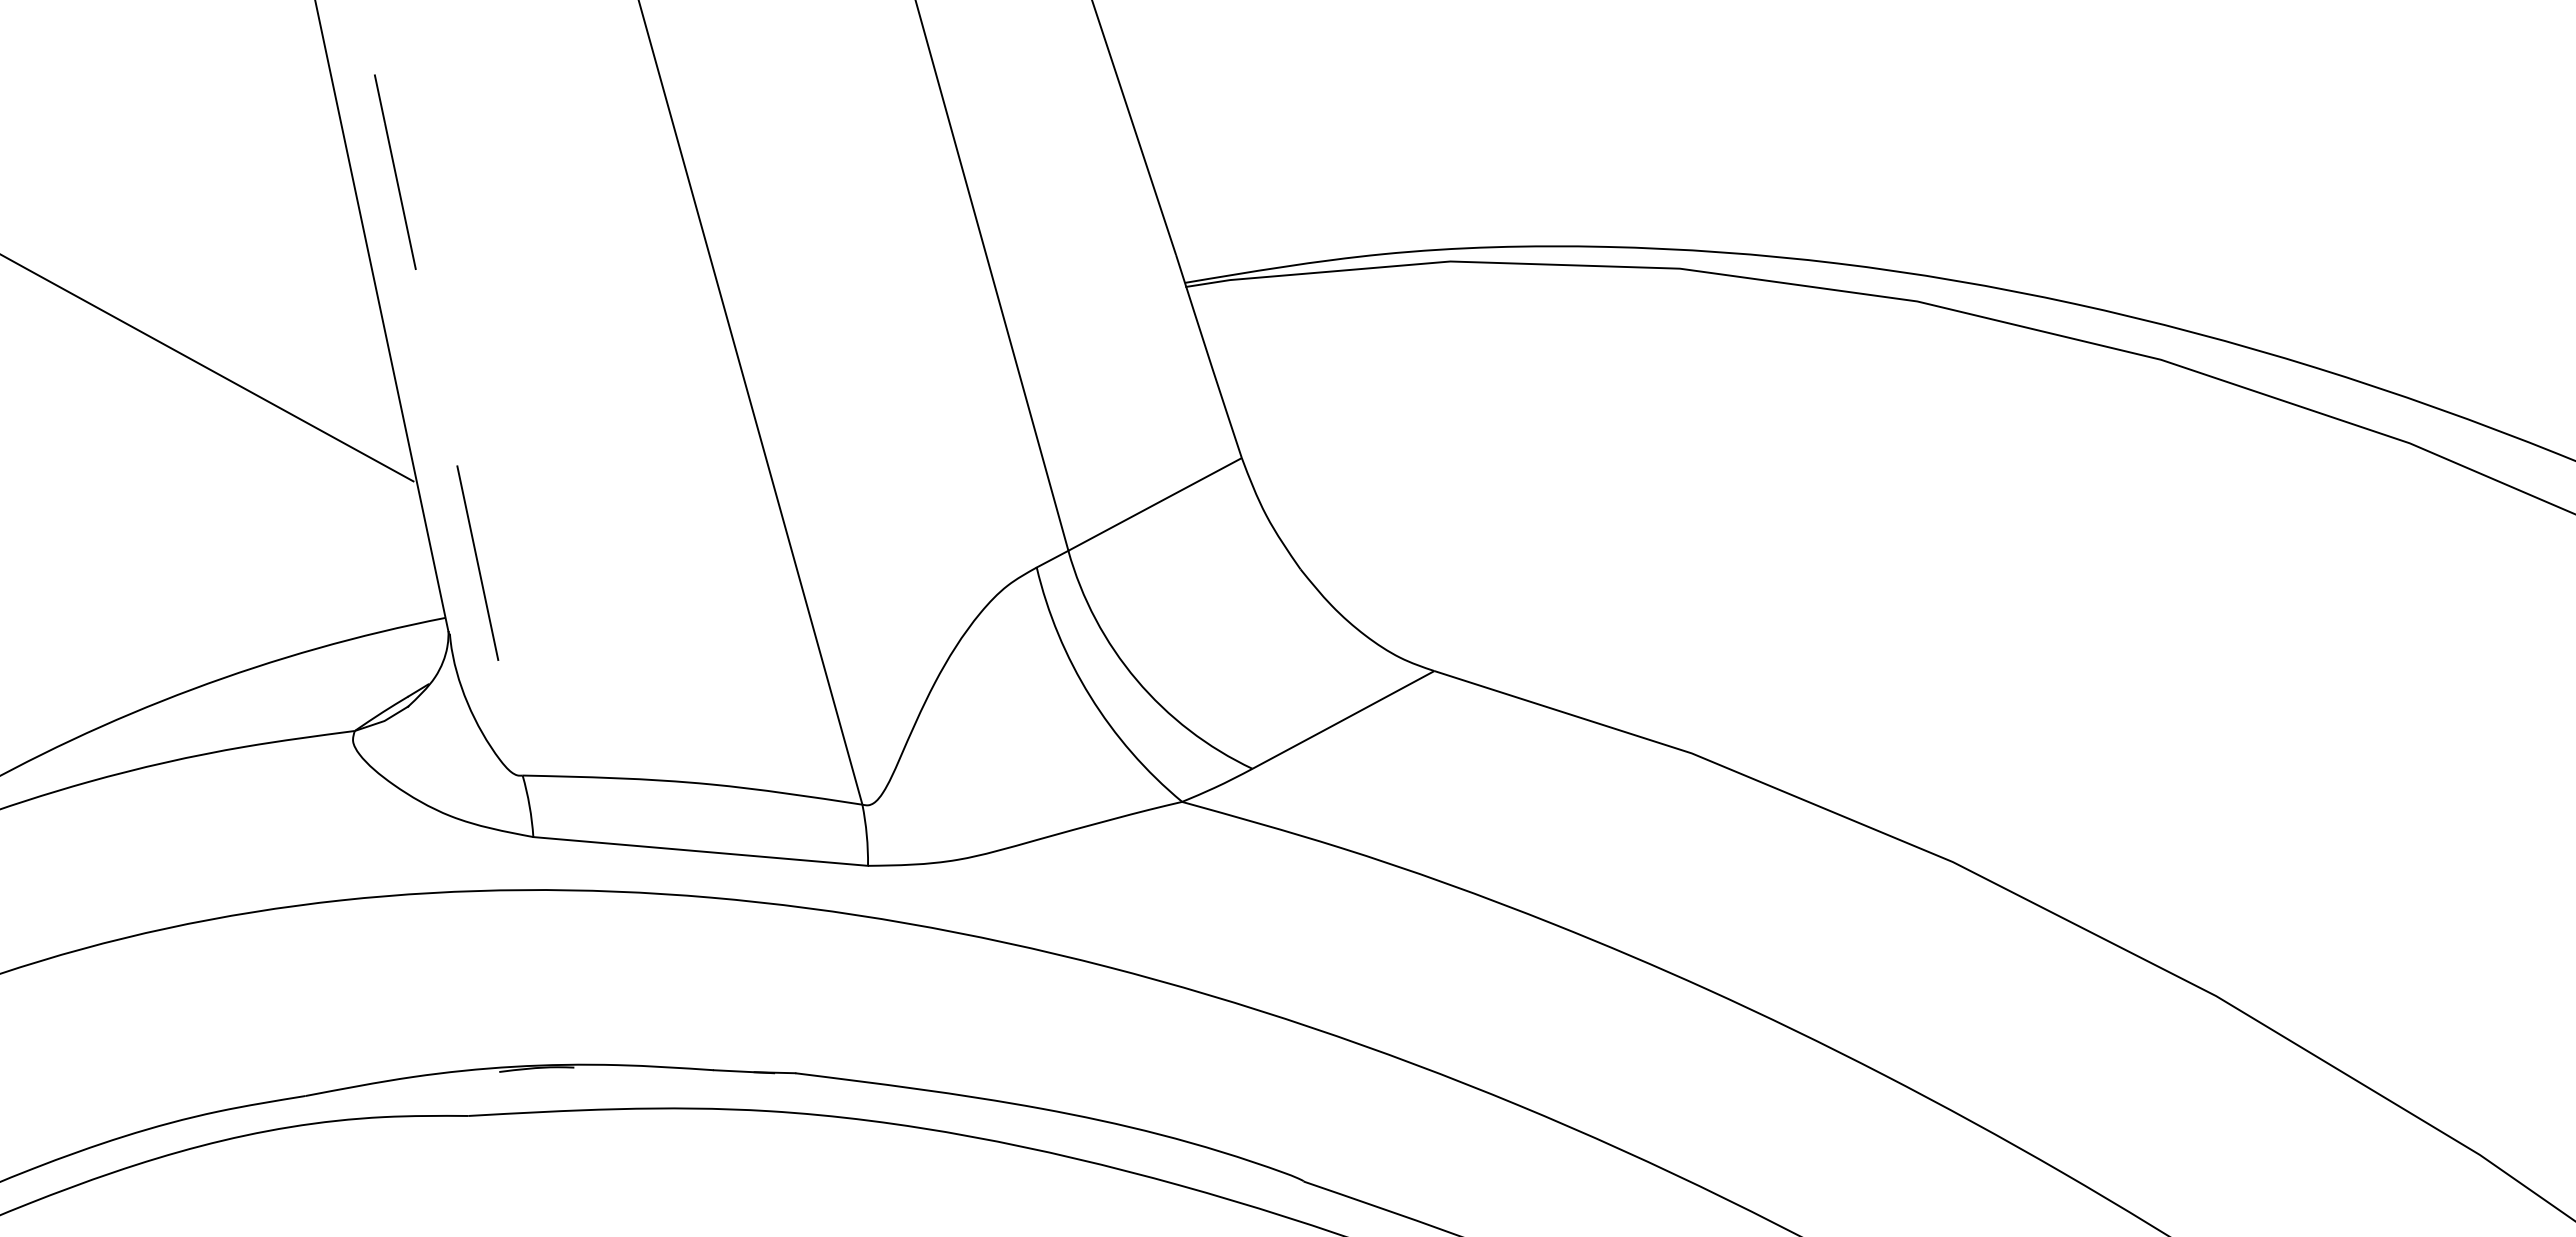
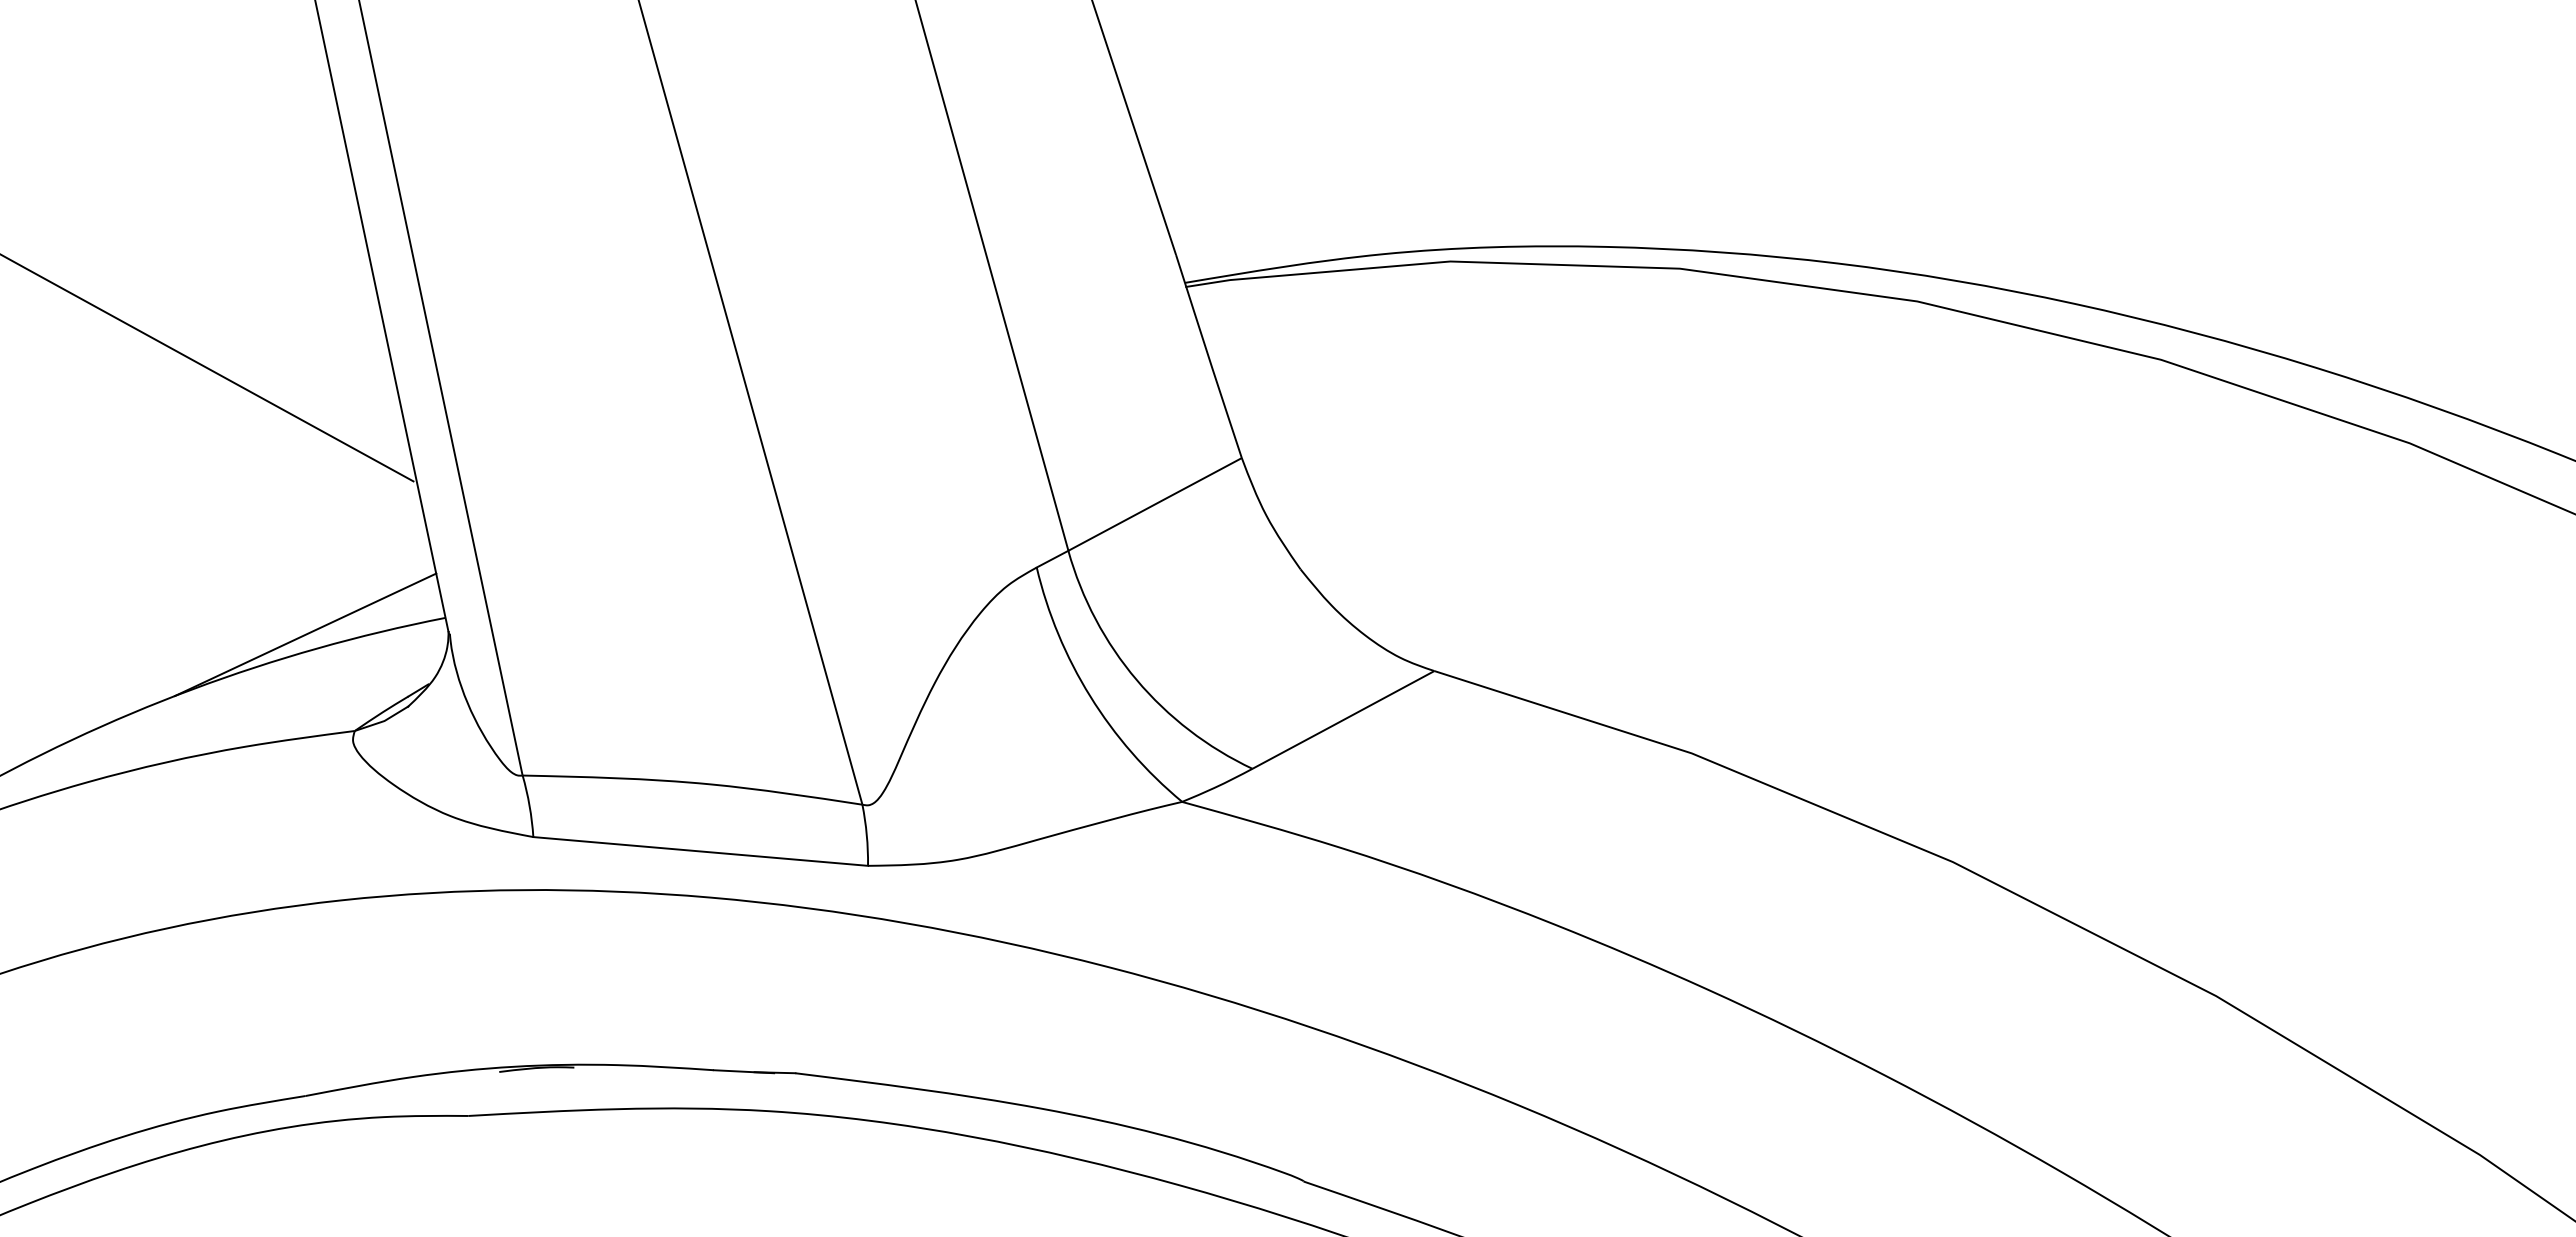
line at (440, 388): dashed -> solid
line at (305, 634): none -> present
